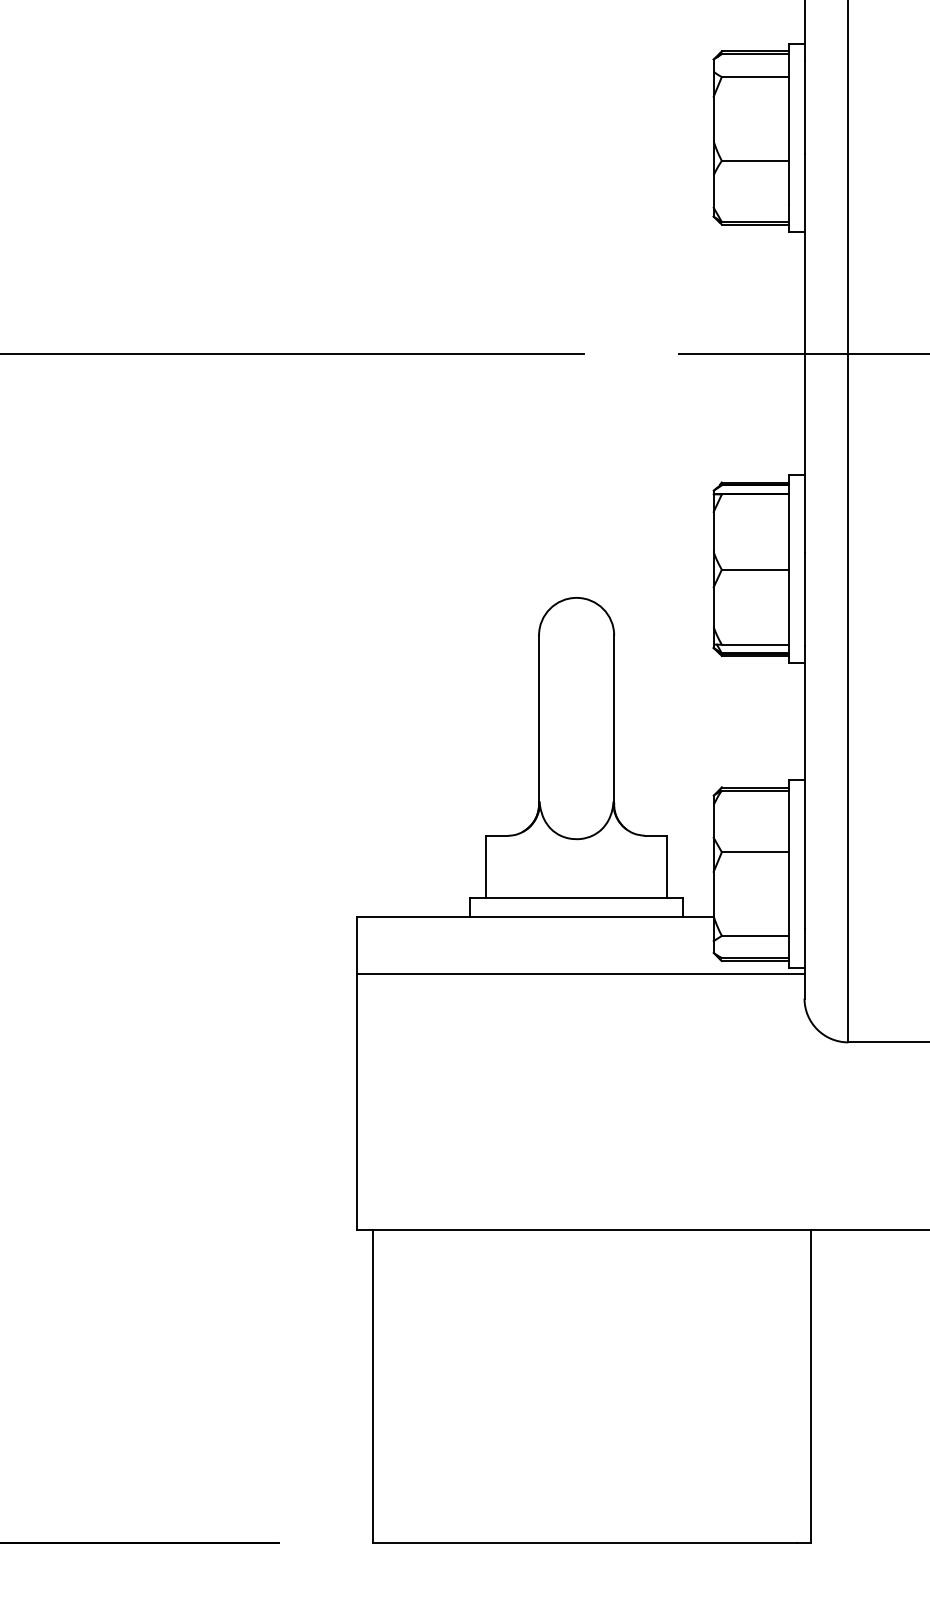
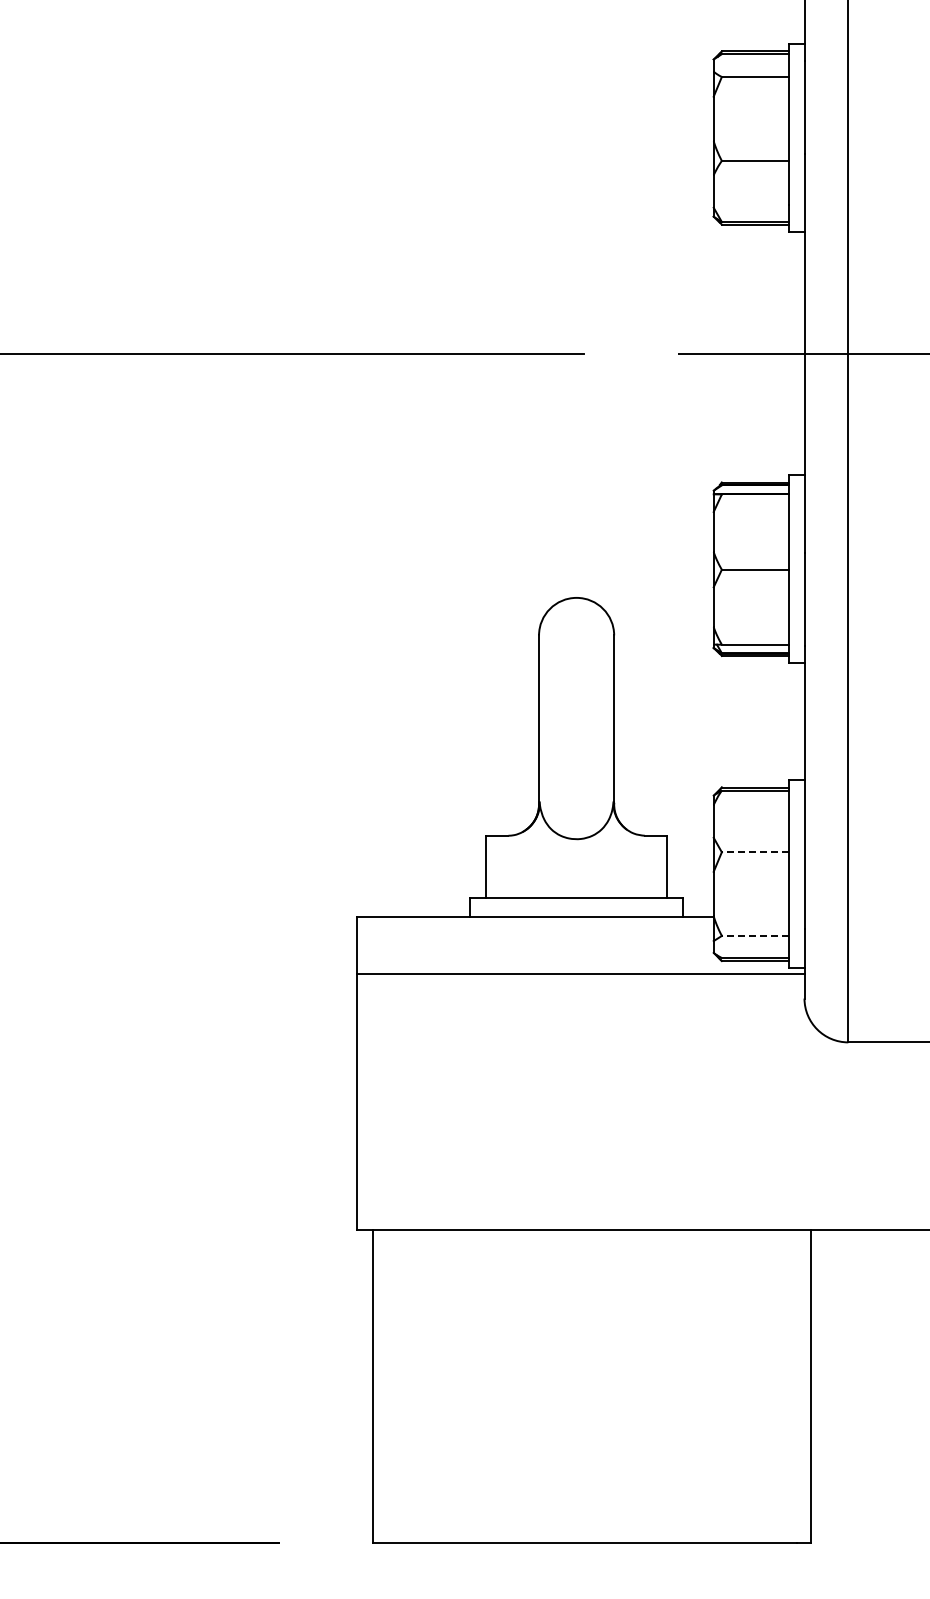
line at (754, 852): solid -> dashed
line at (754, 935): solid -> dashed
